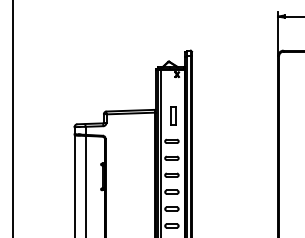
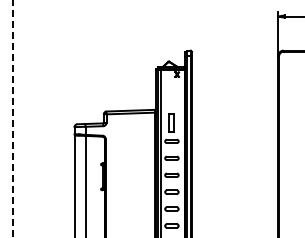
part at (173, 115) position: (173, 115) -> (171, 122)
line at (13, 118): solid -> dashed
